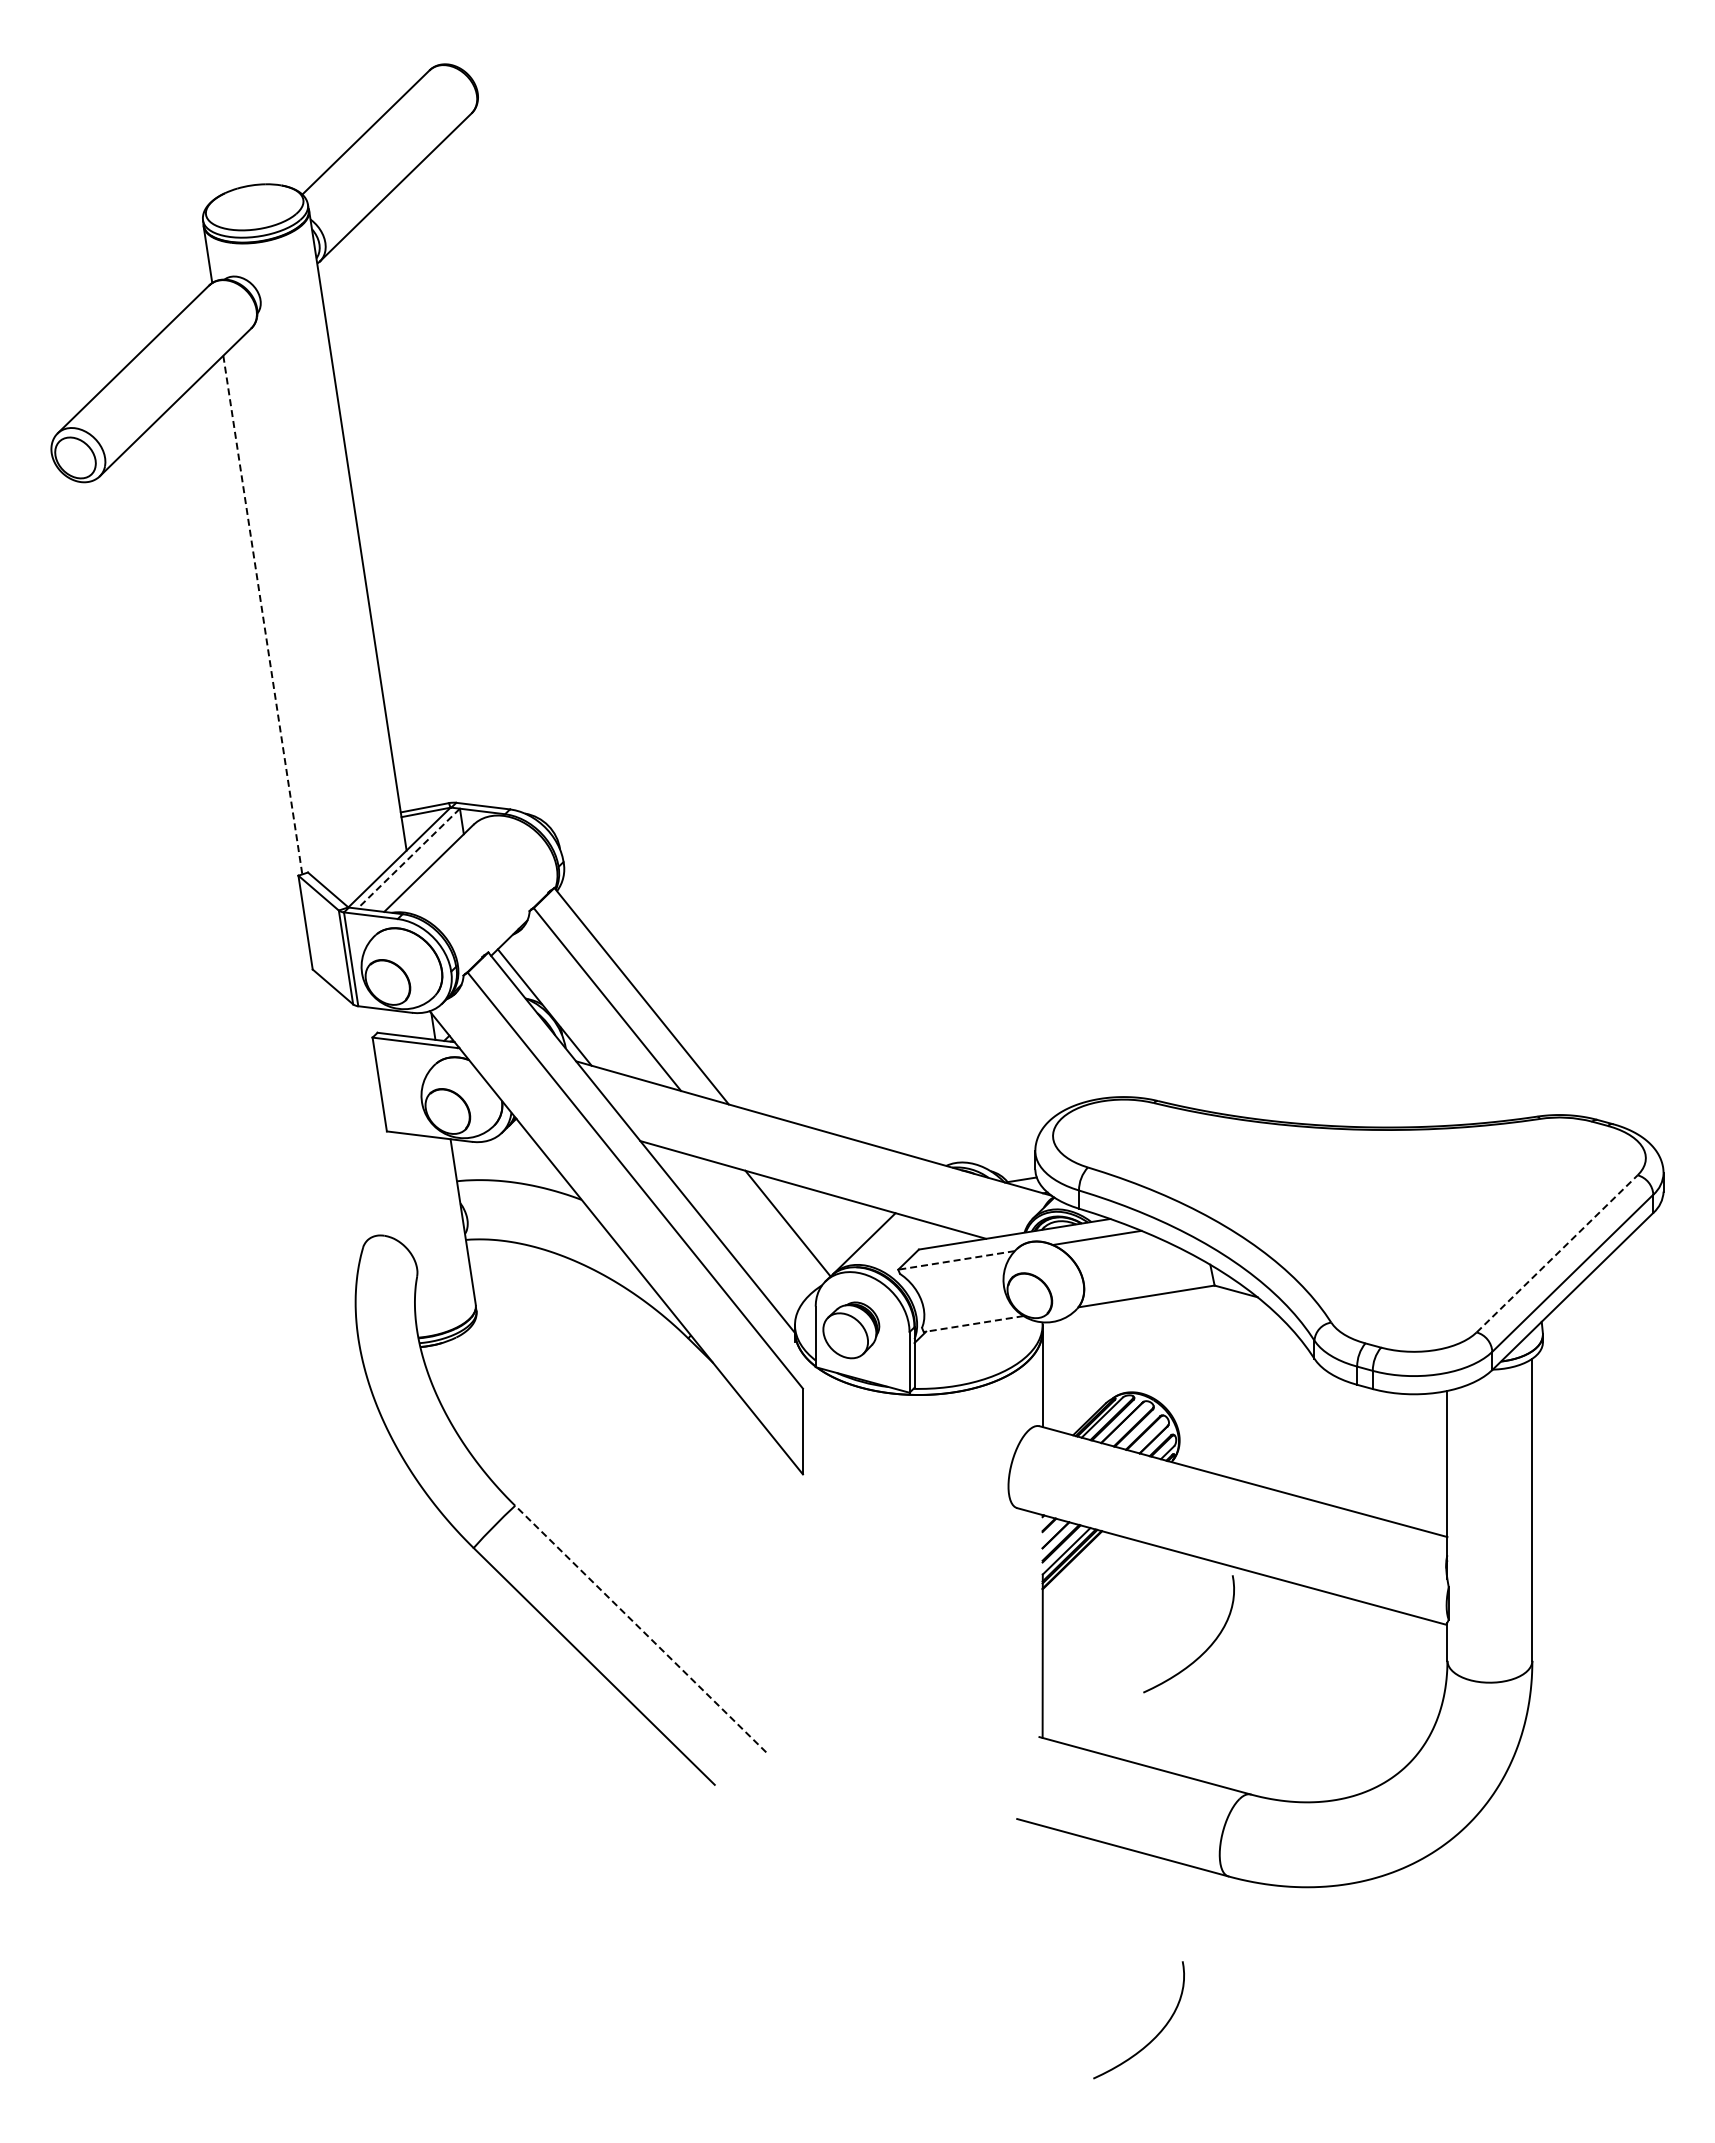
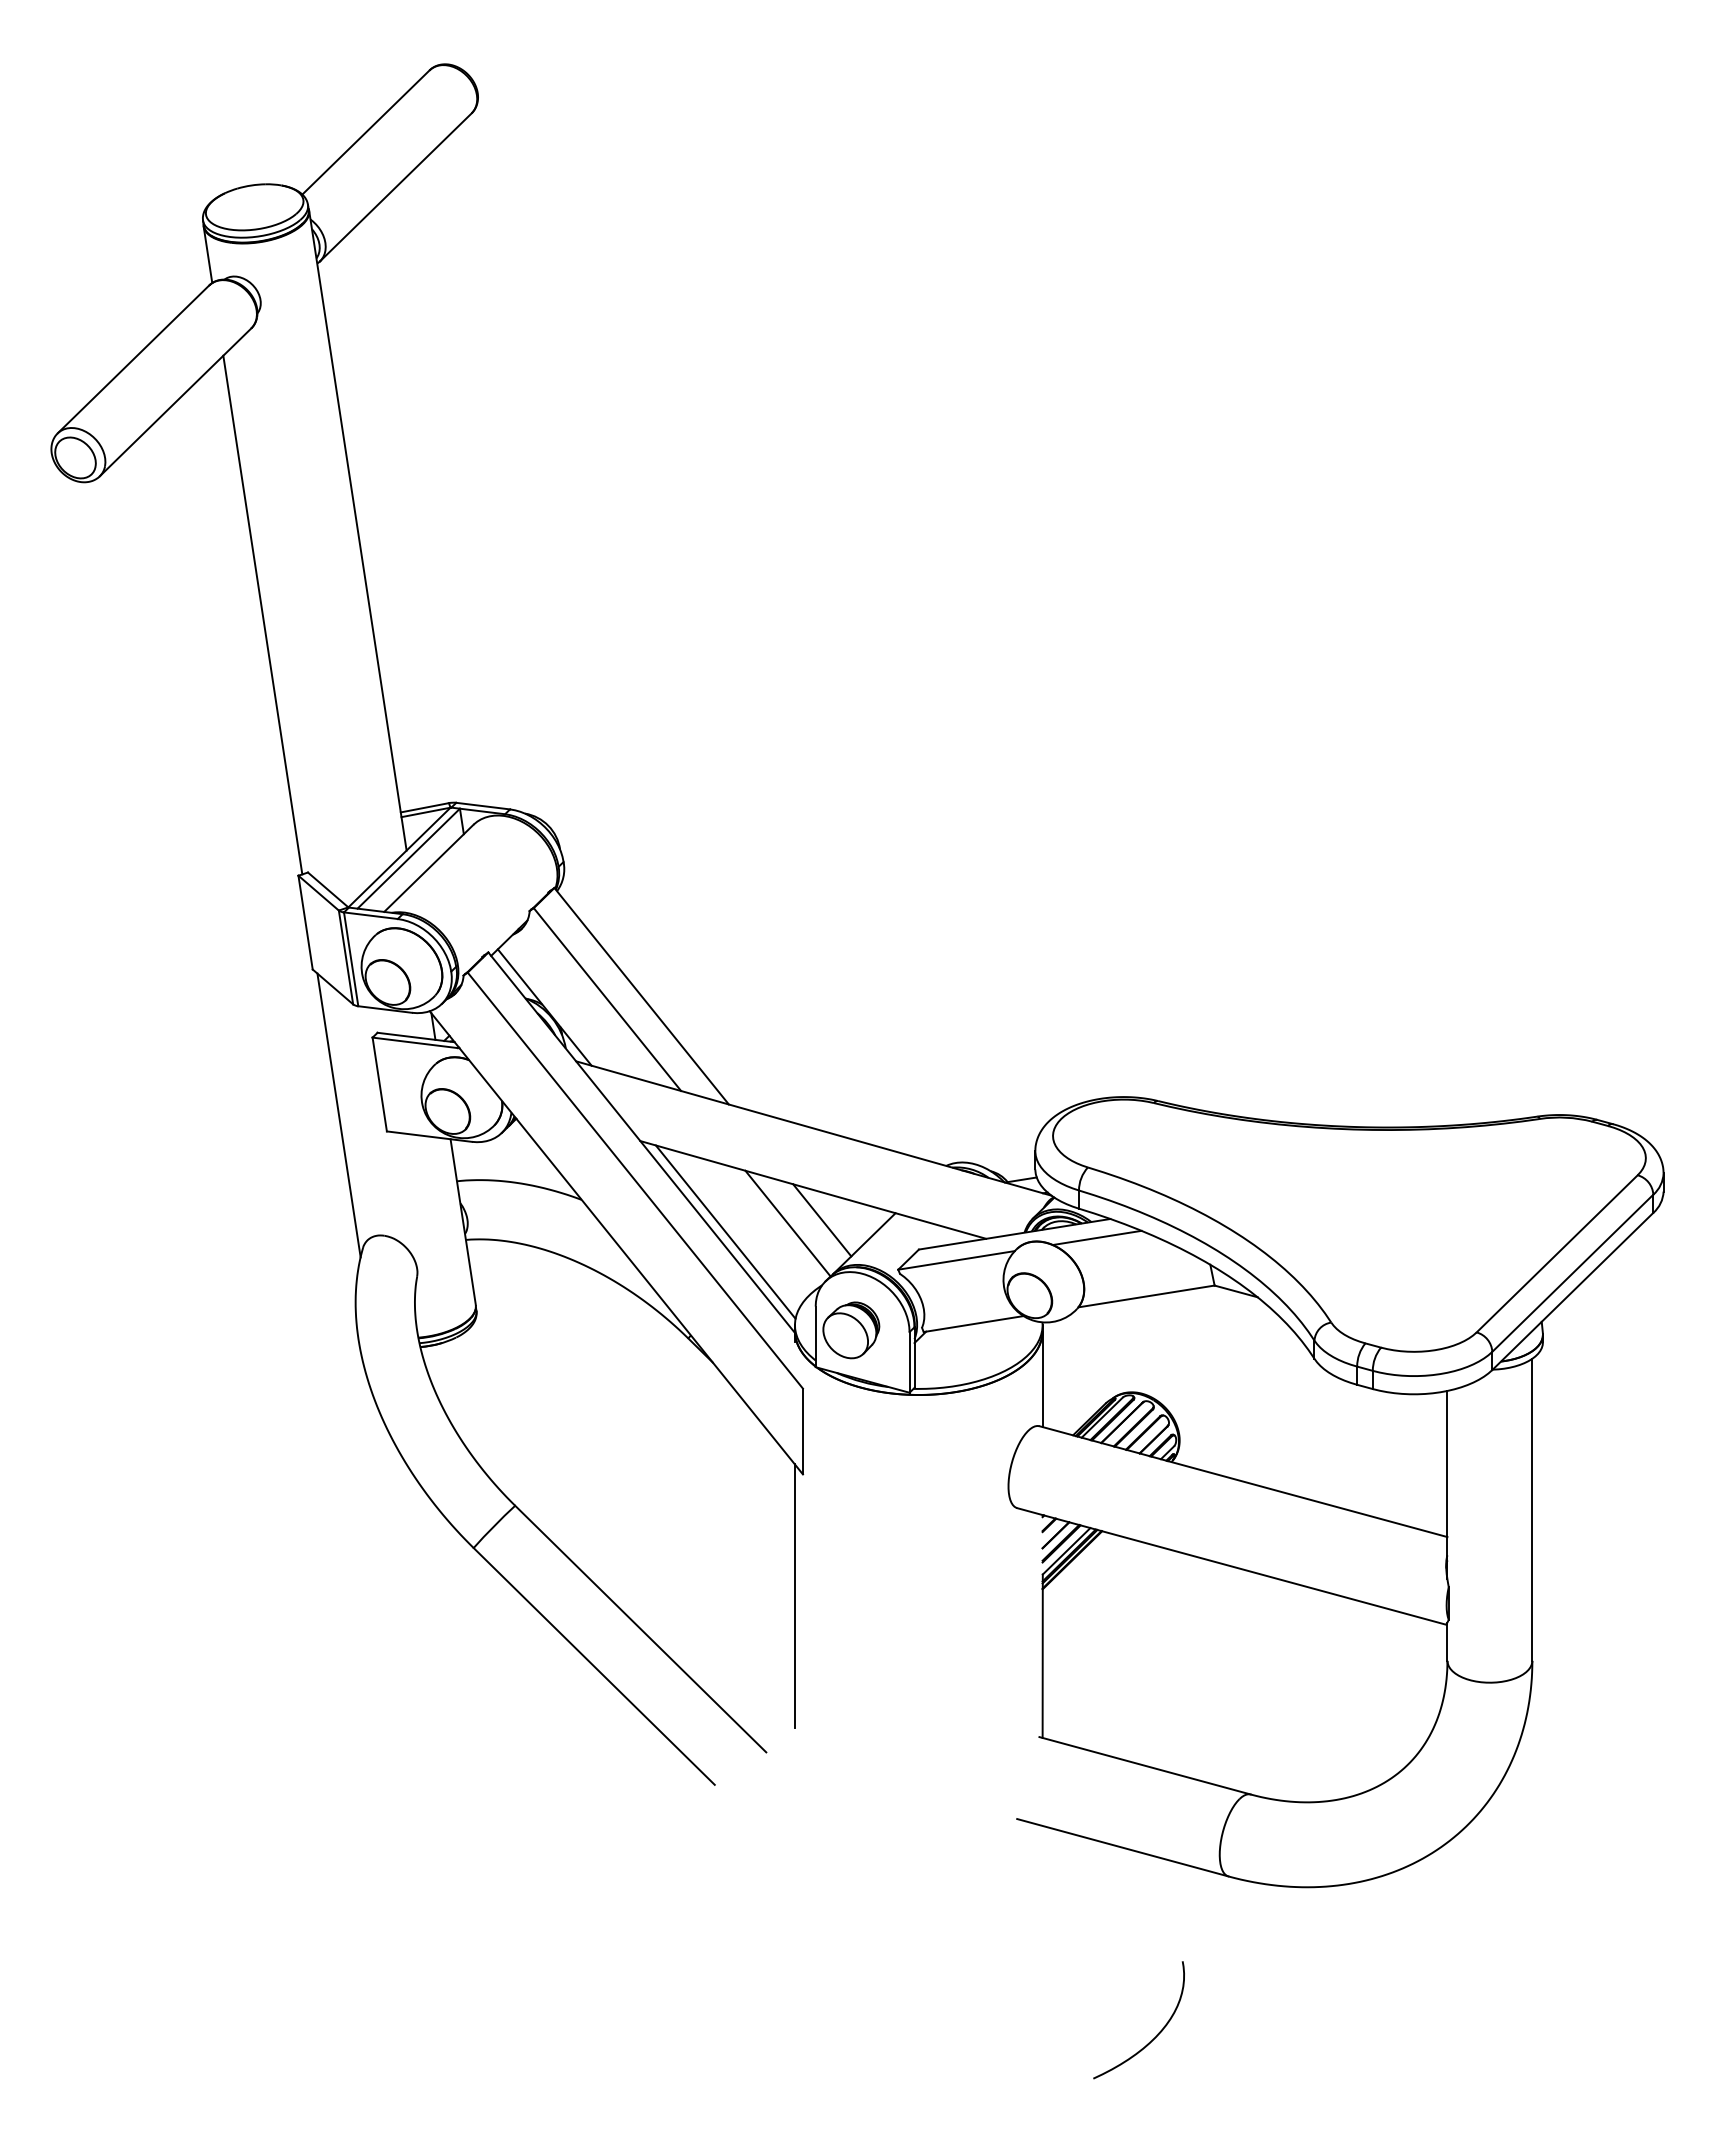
line at (262, 615): dashed -> solid
line at (408, 858): dashed -> solid
line at (338, 1115): none -> present
line at (822, 1220): none -> present
line at (725, 1231): none -> present
line at (1557, 1253): dashed -> solid
line at (956, 1260): dashed -> solid
line at (973, 1324): dashed -> solid
line at (794, 1595): none -> present
line at (640, 1629): dashed -> solid
curve at (1207, 1647): present -> none
